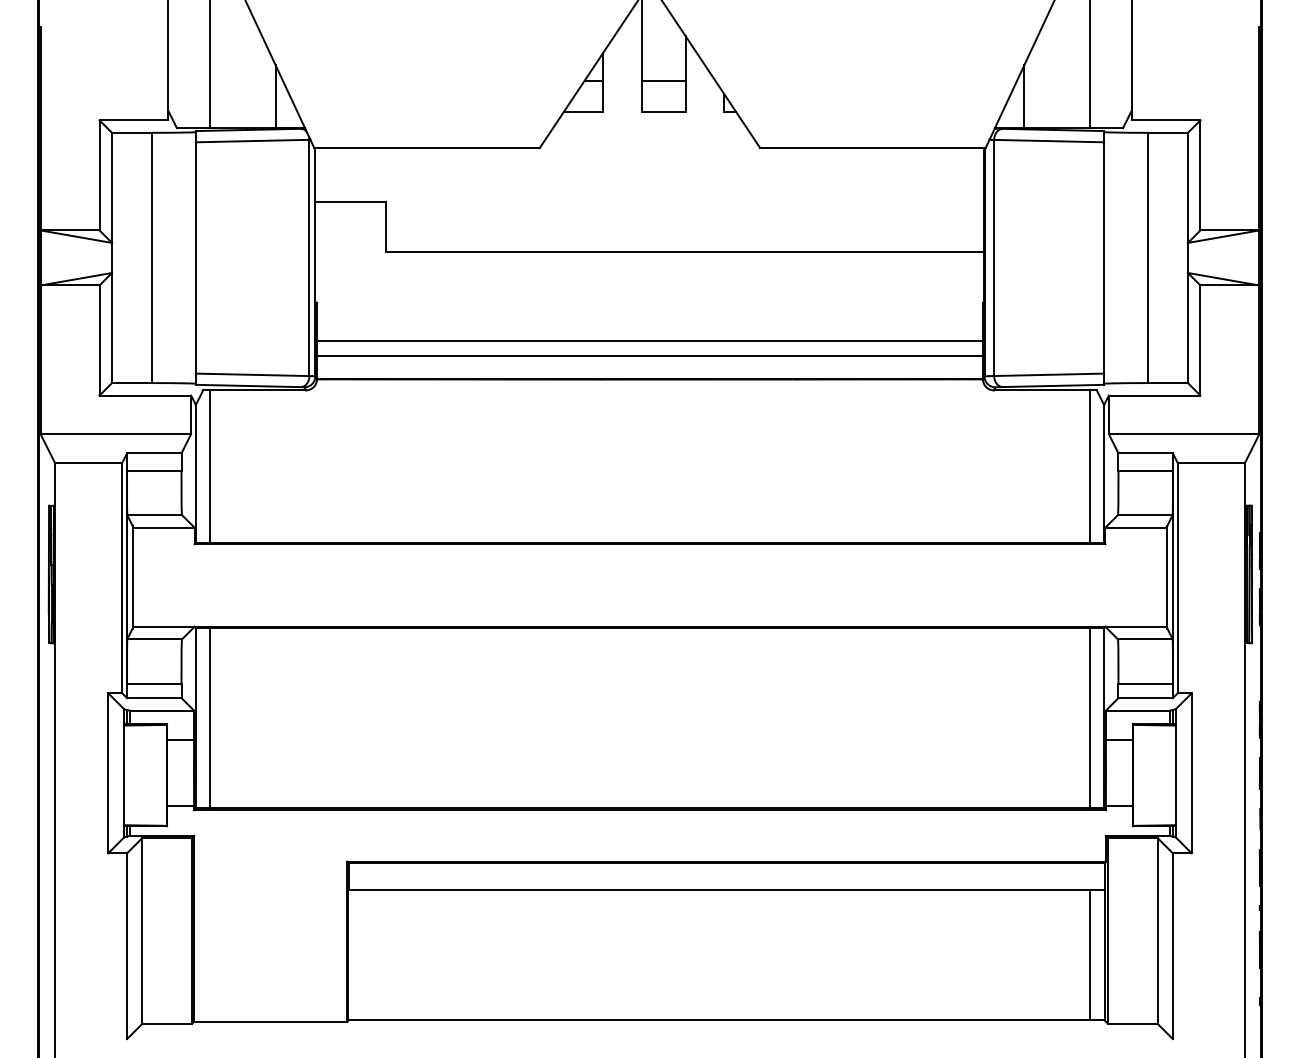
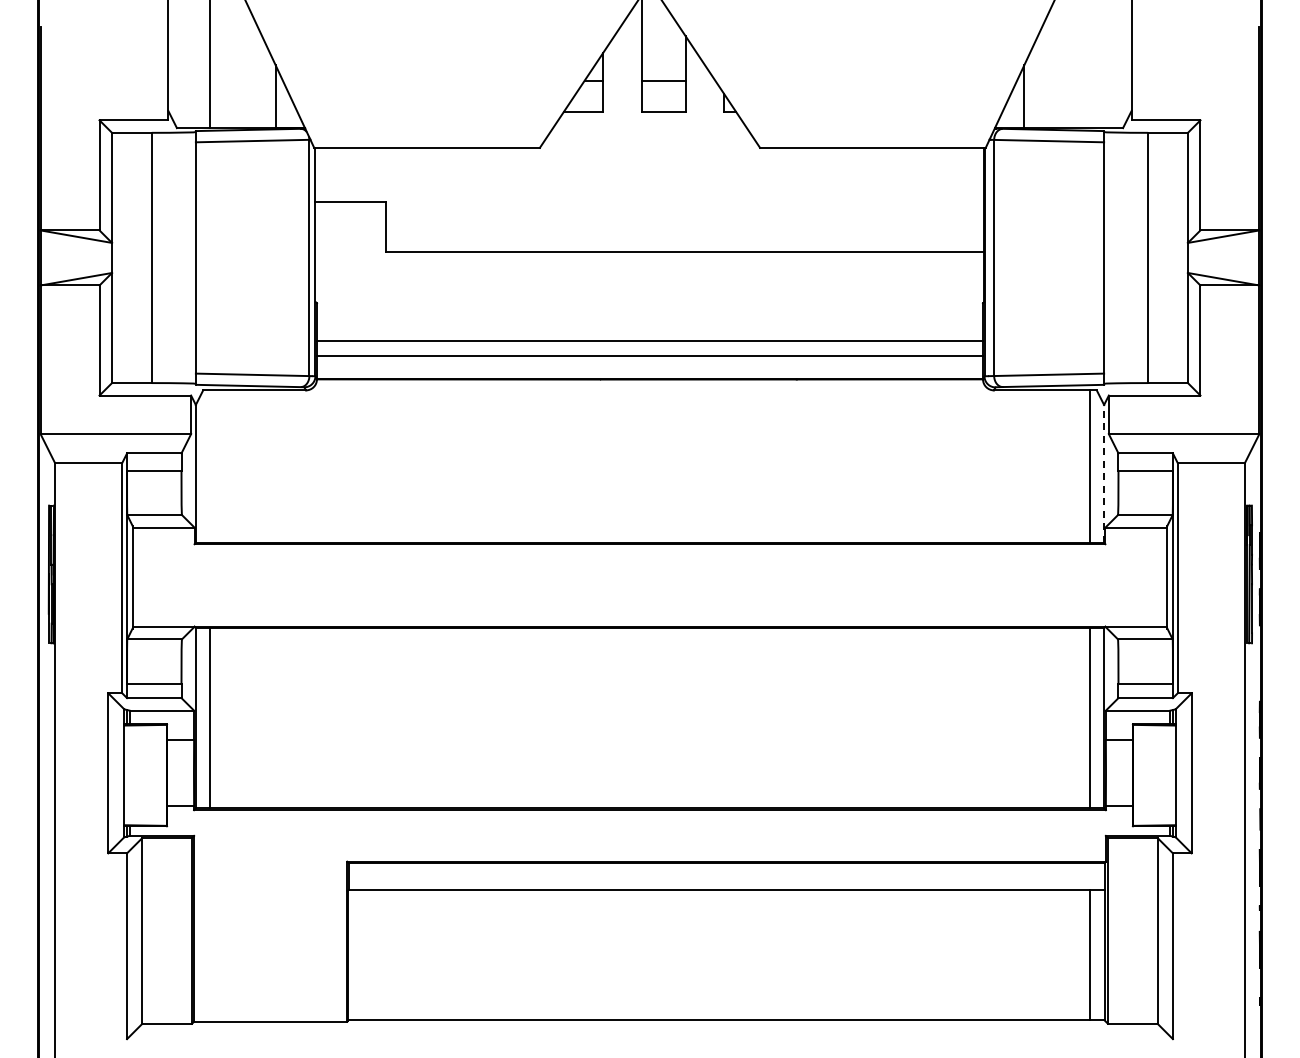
line at (1090, 65): present -> none
line at (209, 466): present -> none
line at (1104, 473): solid -> dashed
